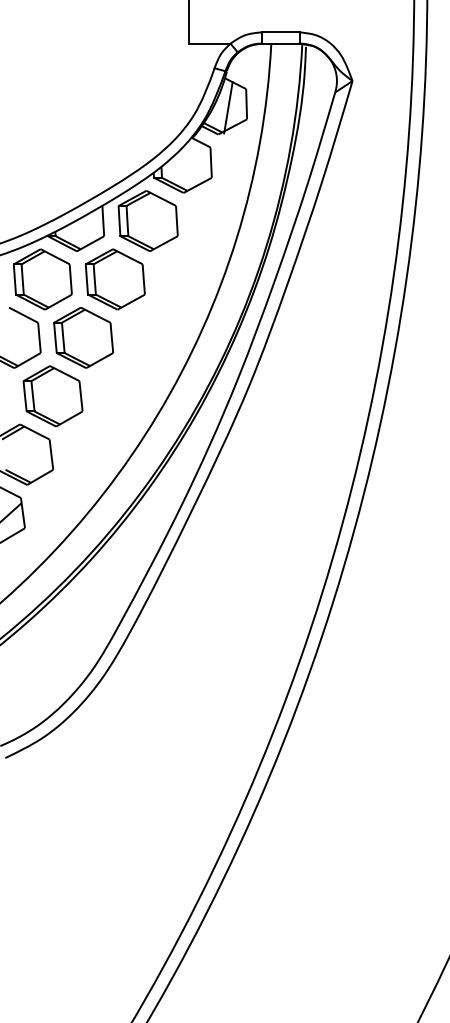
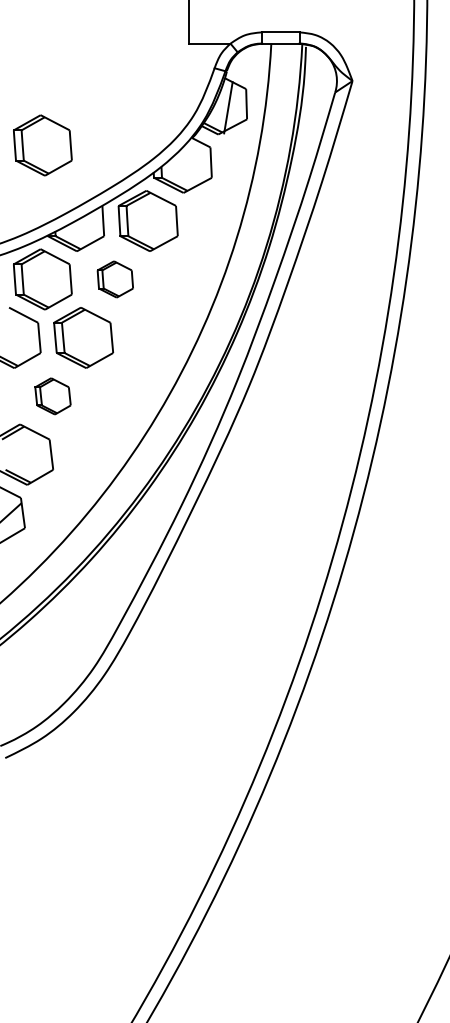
part at (42, 145): none -> present
part at (115, 279) size: 61x63 px -> 38x39 px
part at (52, 396) size: 62x63 px -> 38x39 px
